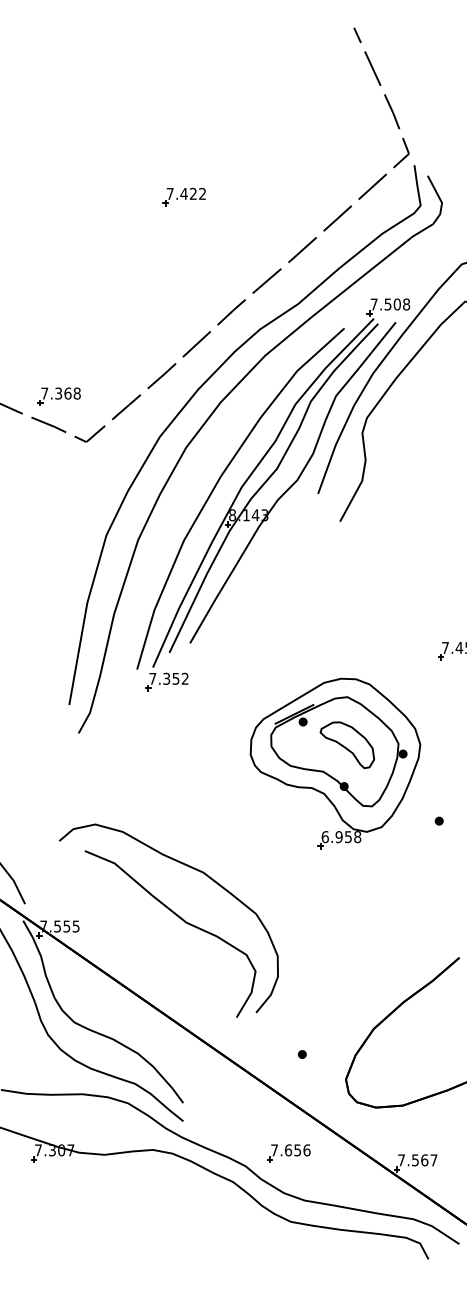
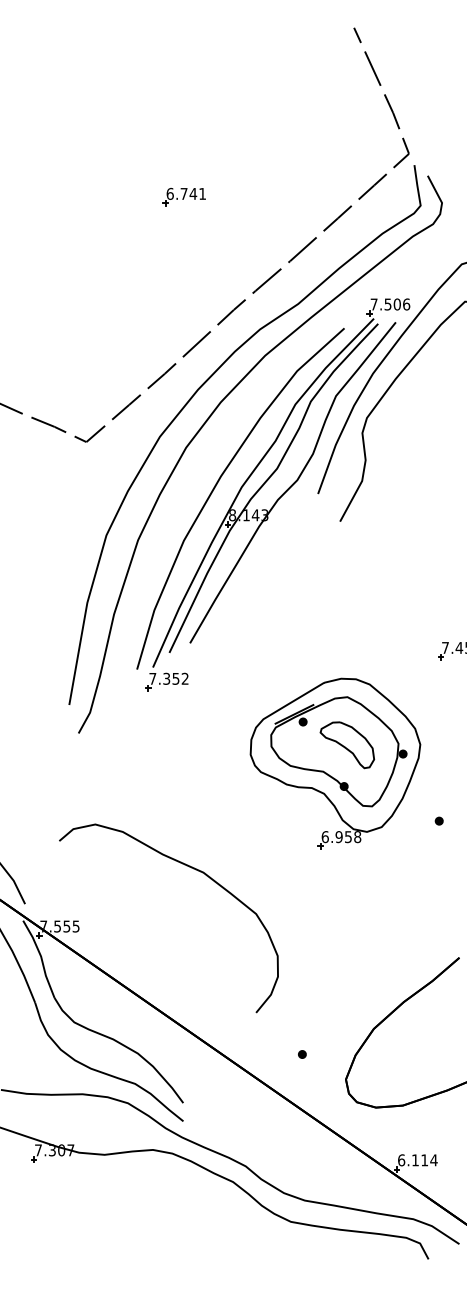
text at (185, 193): 7.422 -> 6.741
text at (406, 304): 7.508 -> 7.506
part at (58, 396): present -> none
curve at (180, 919): present -> none
part at (288, 1153): present -> none
text at (417, 1160): 7.567 -> 6.114
